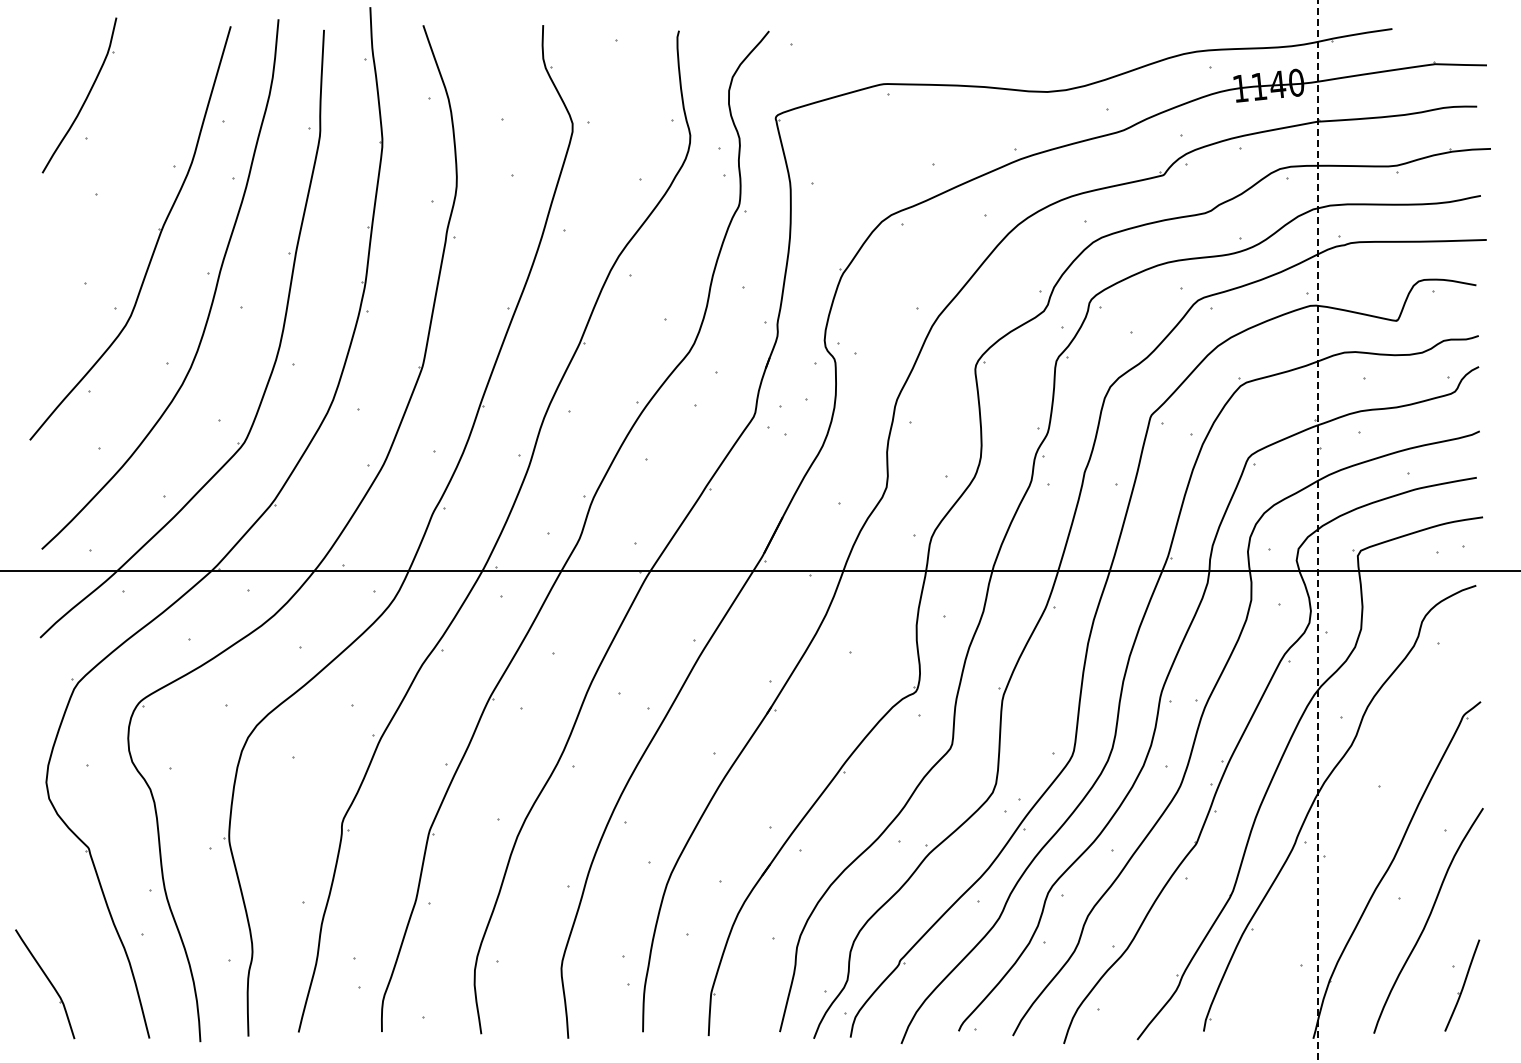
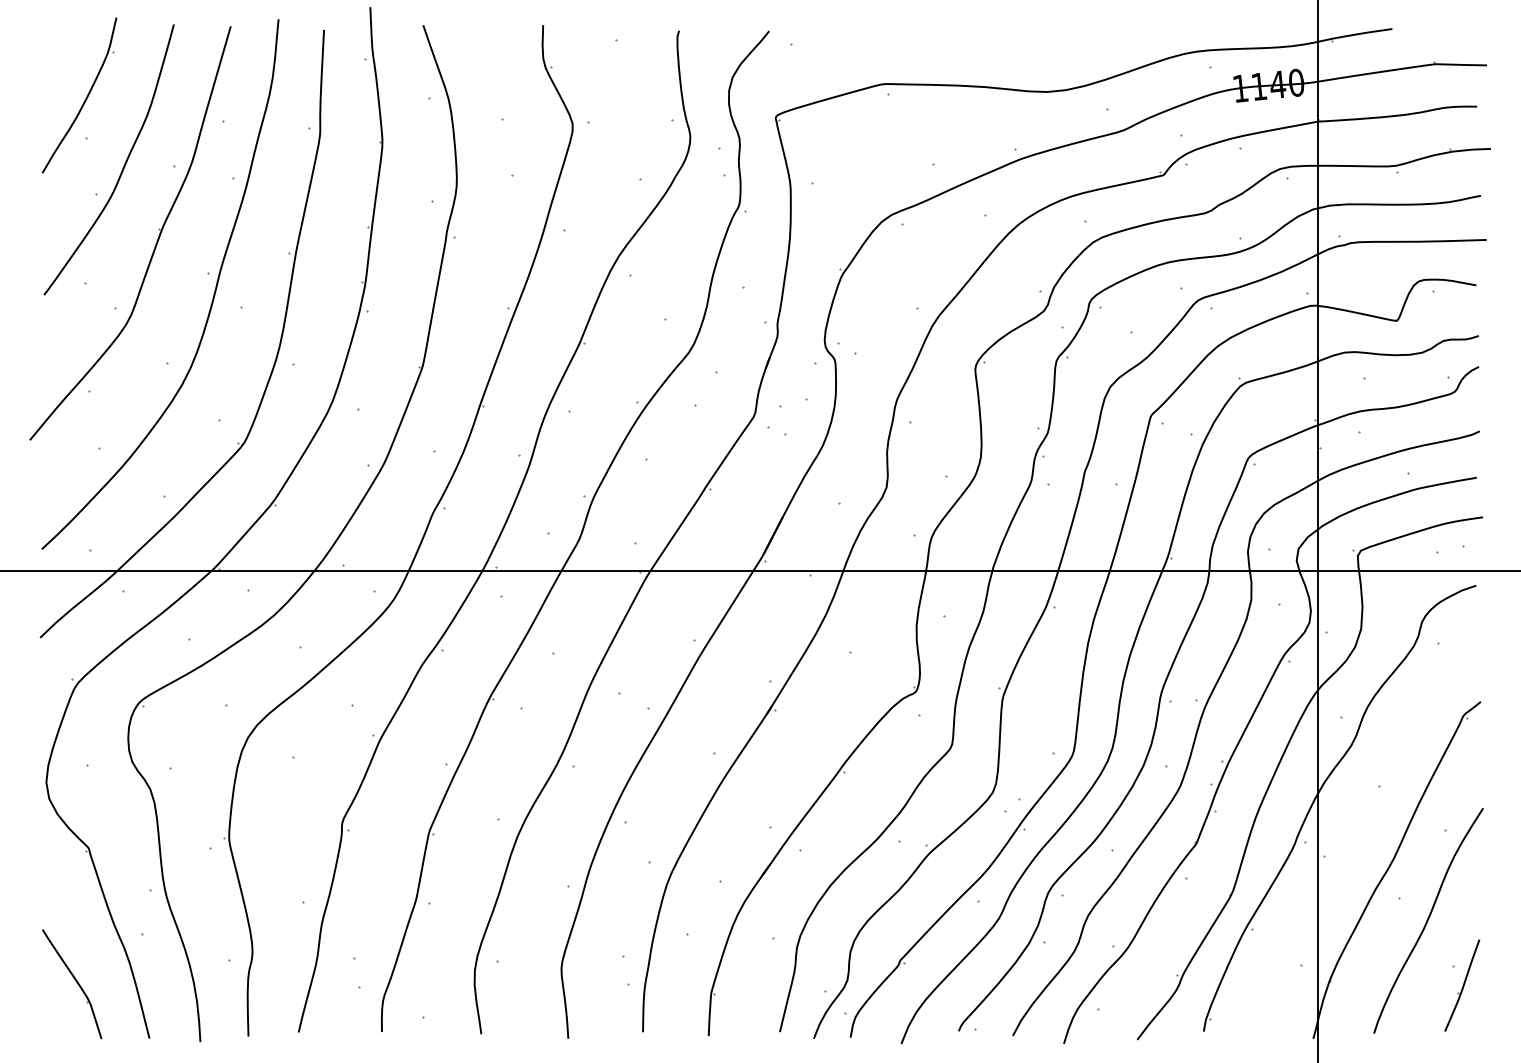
curve at (123, 165): none -> present
line at (1318, 531): dashed -> solid
part at (45, 984) position: (45, 984) -> (72, 984)
